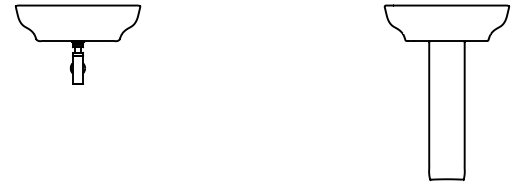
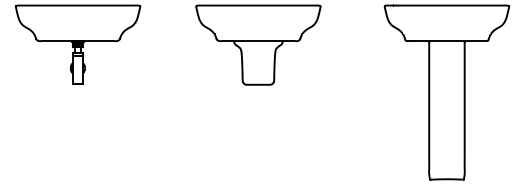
part at (258, 44): none -> present
